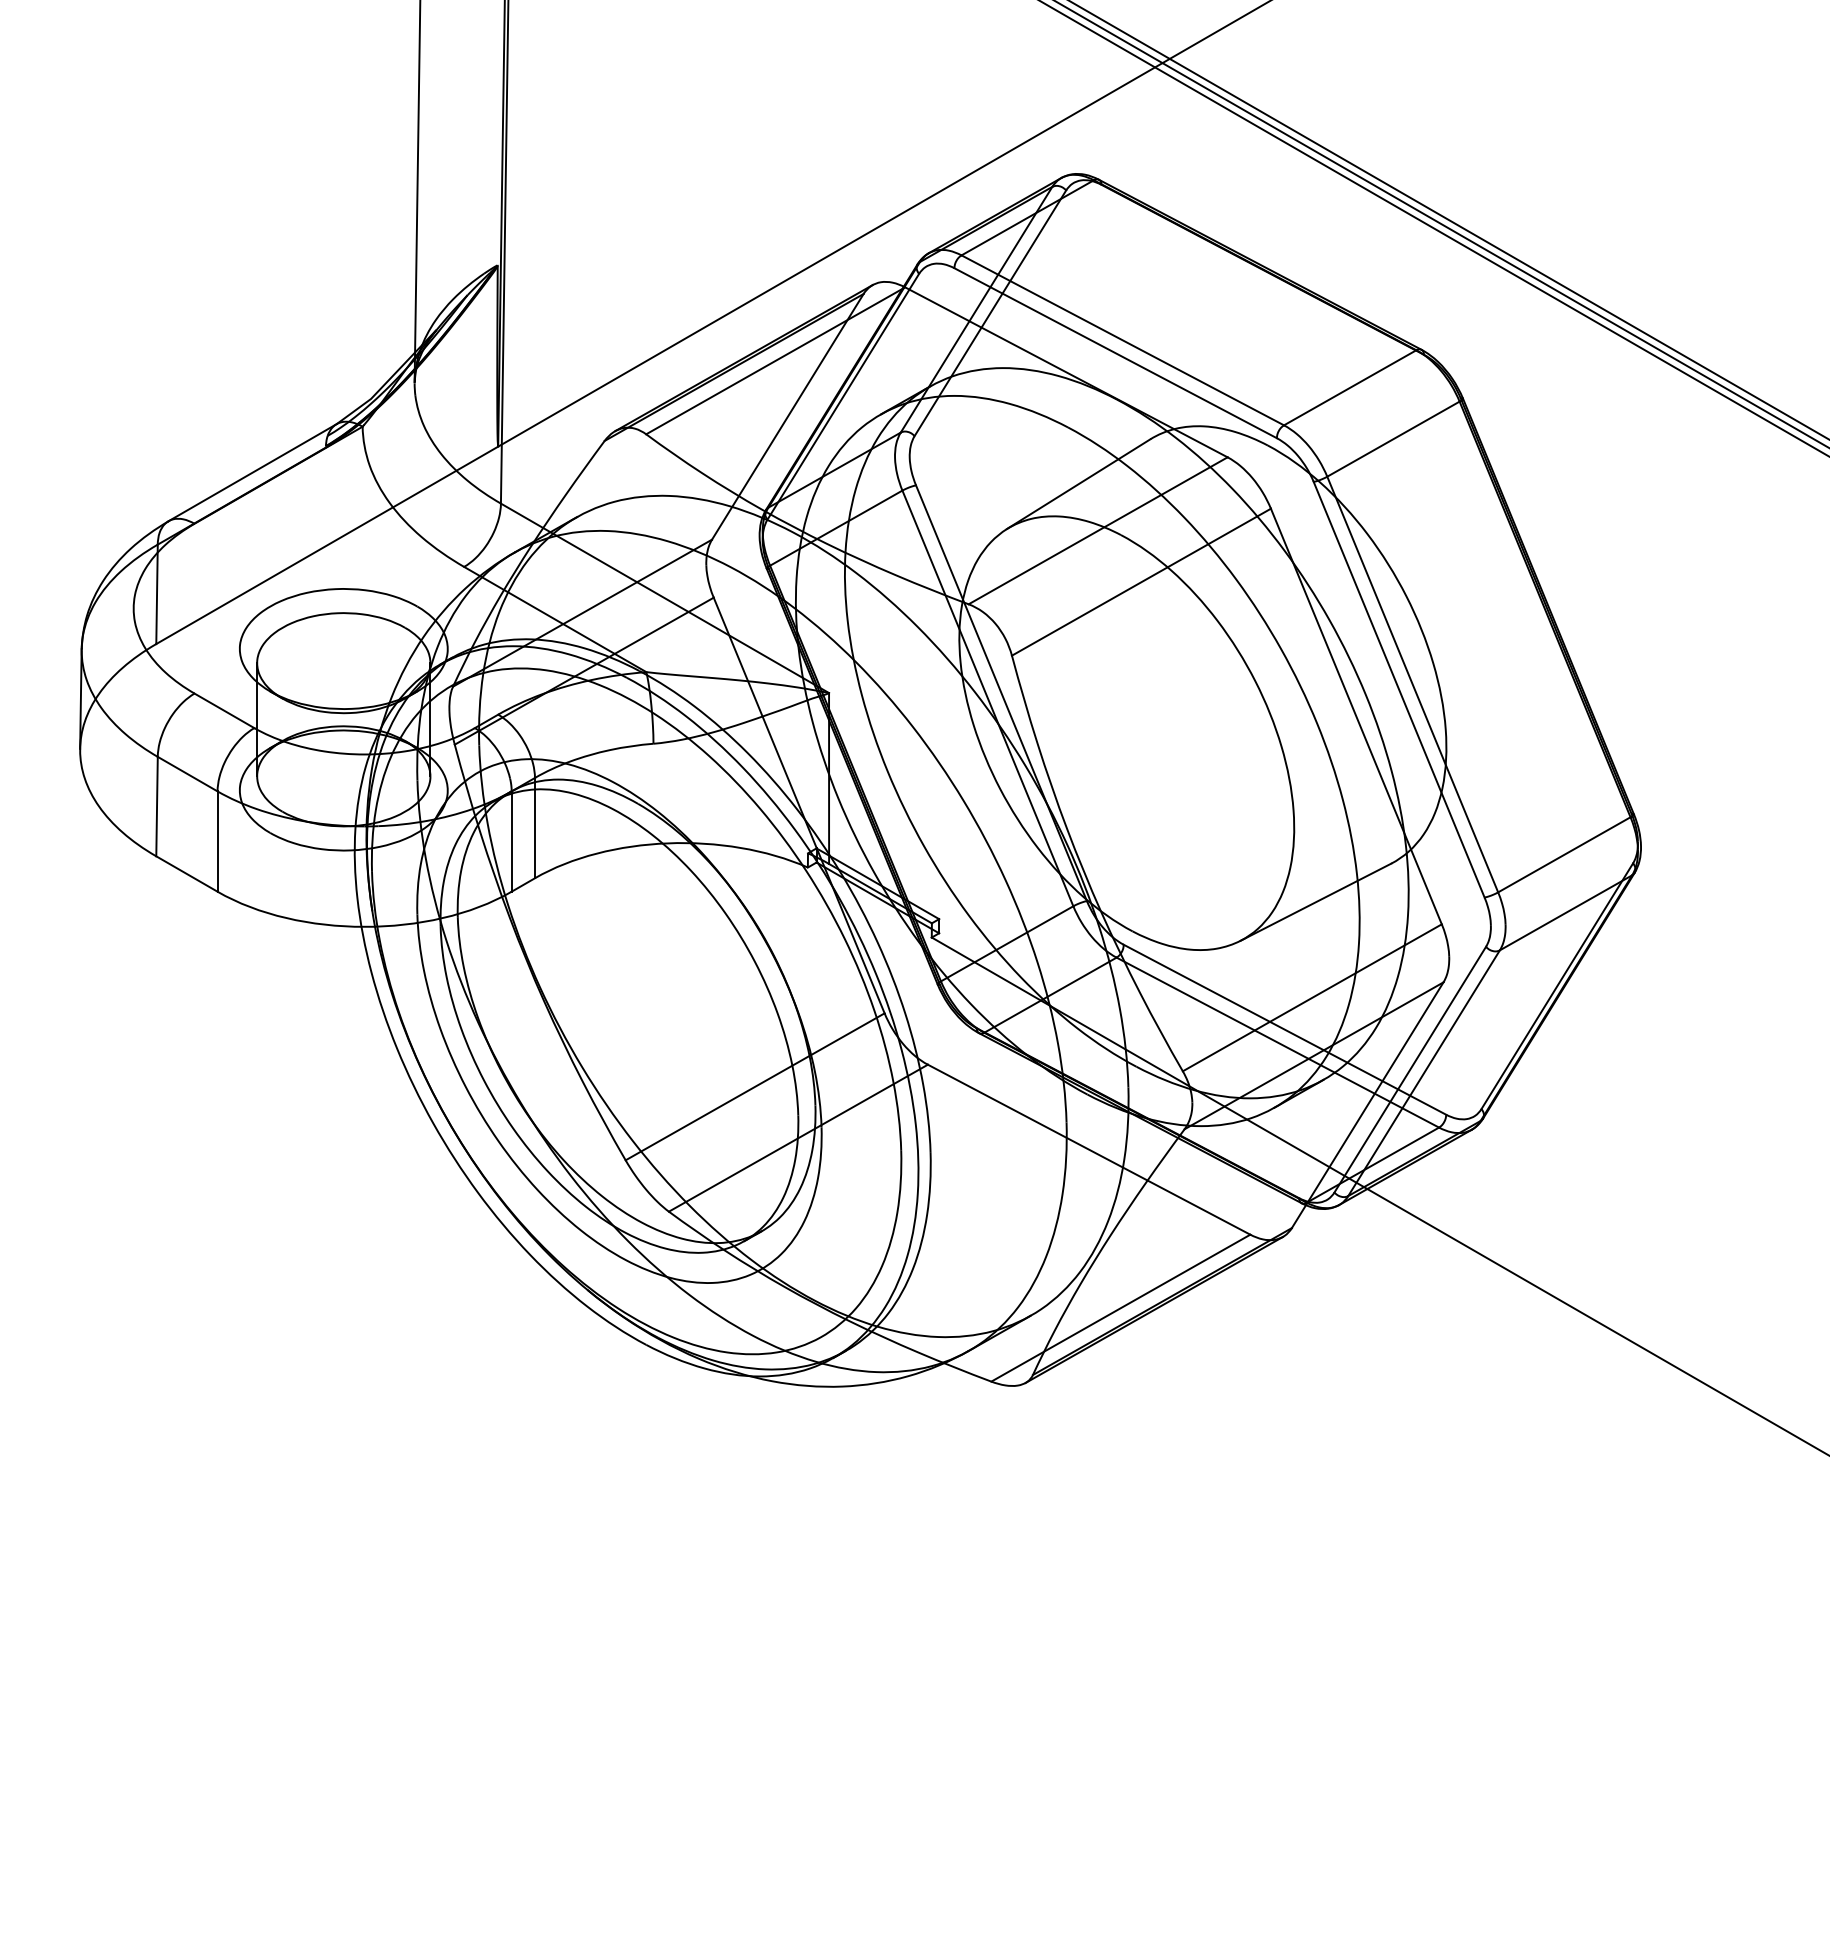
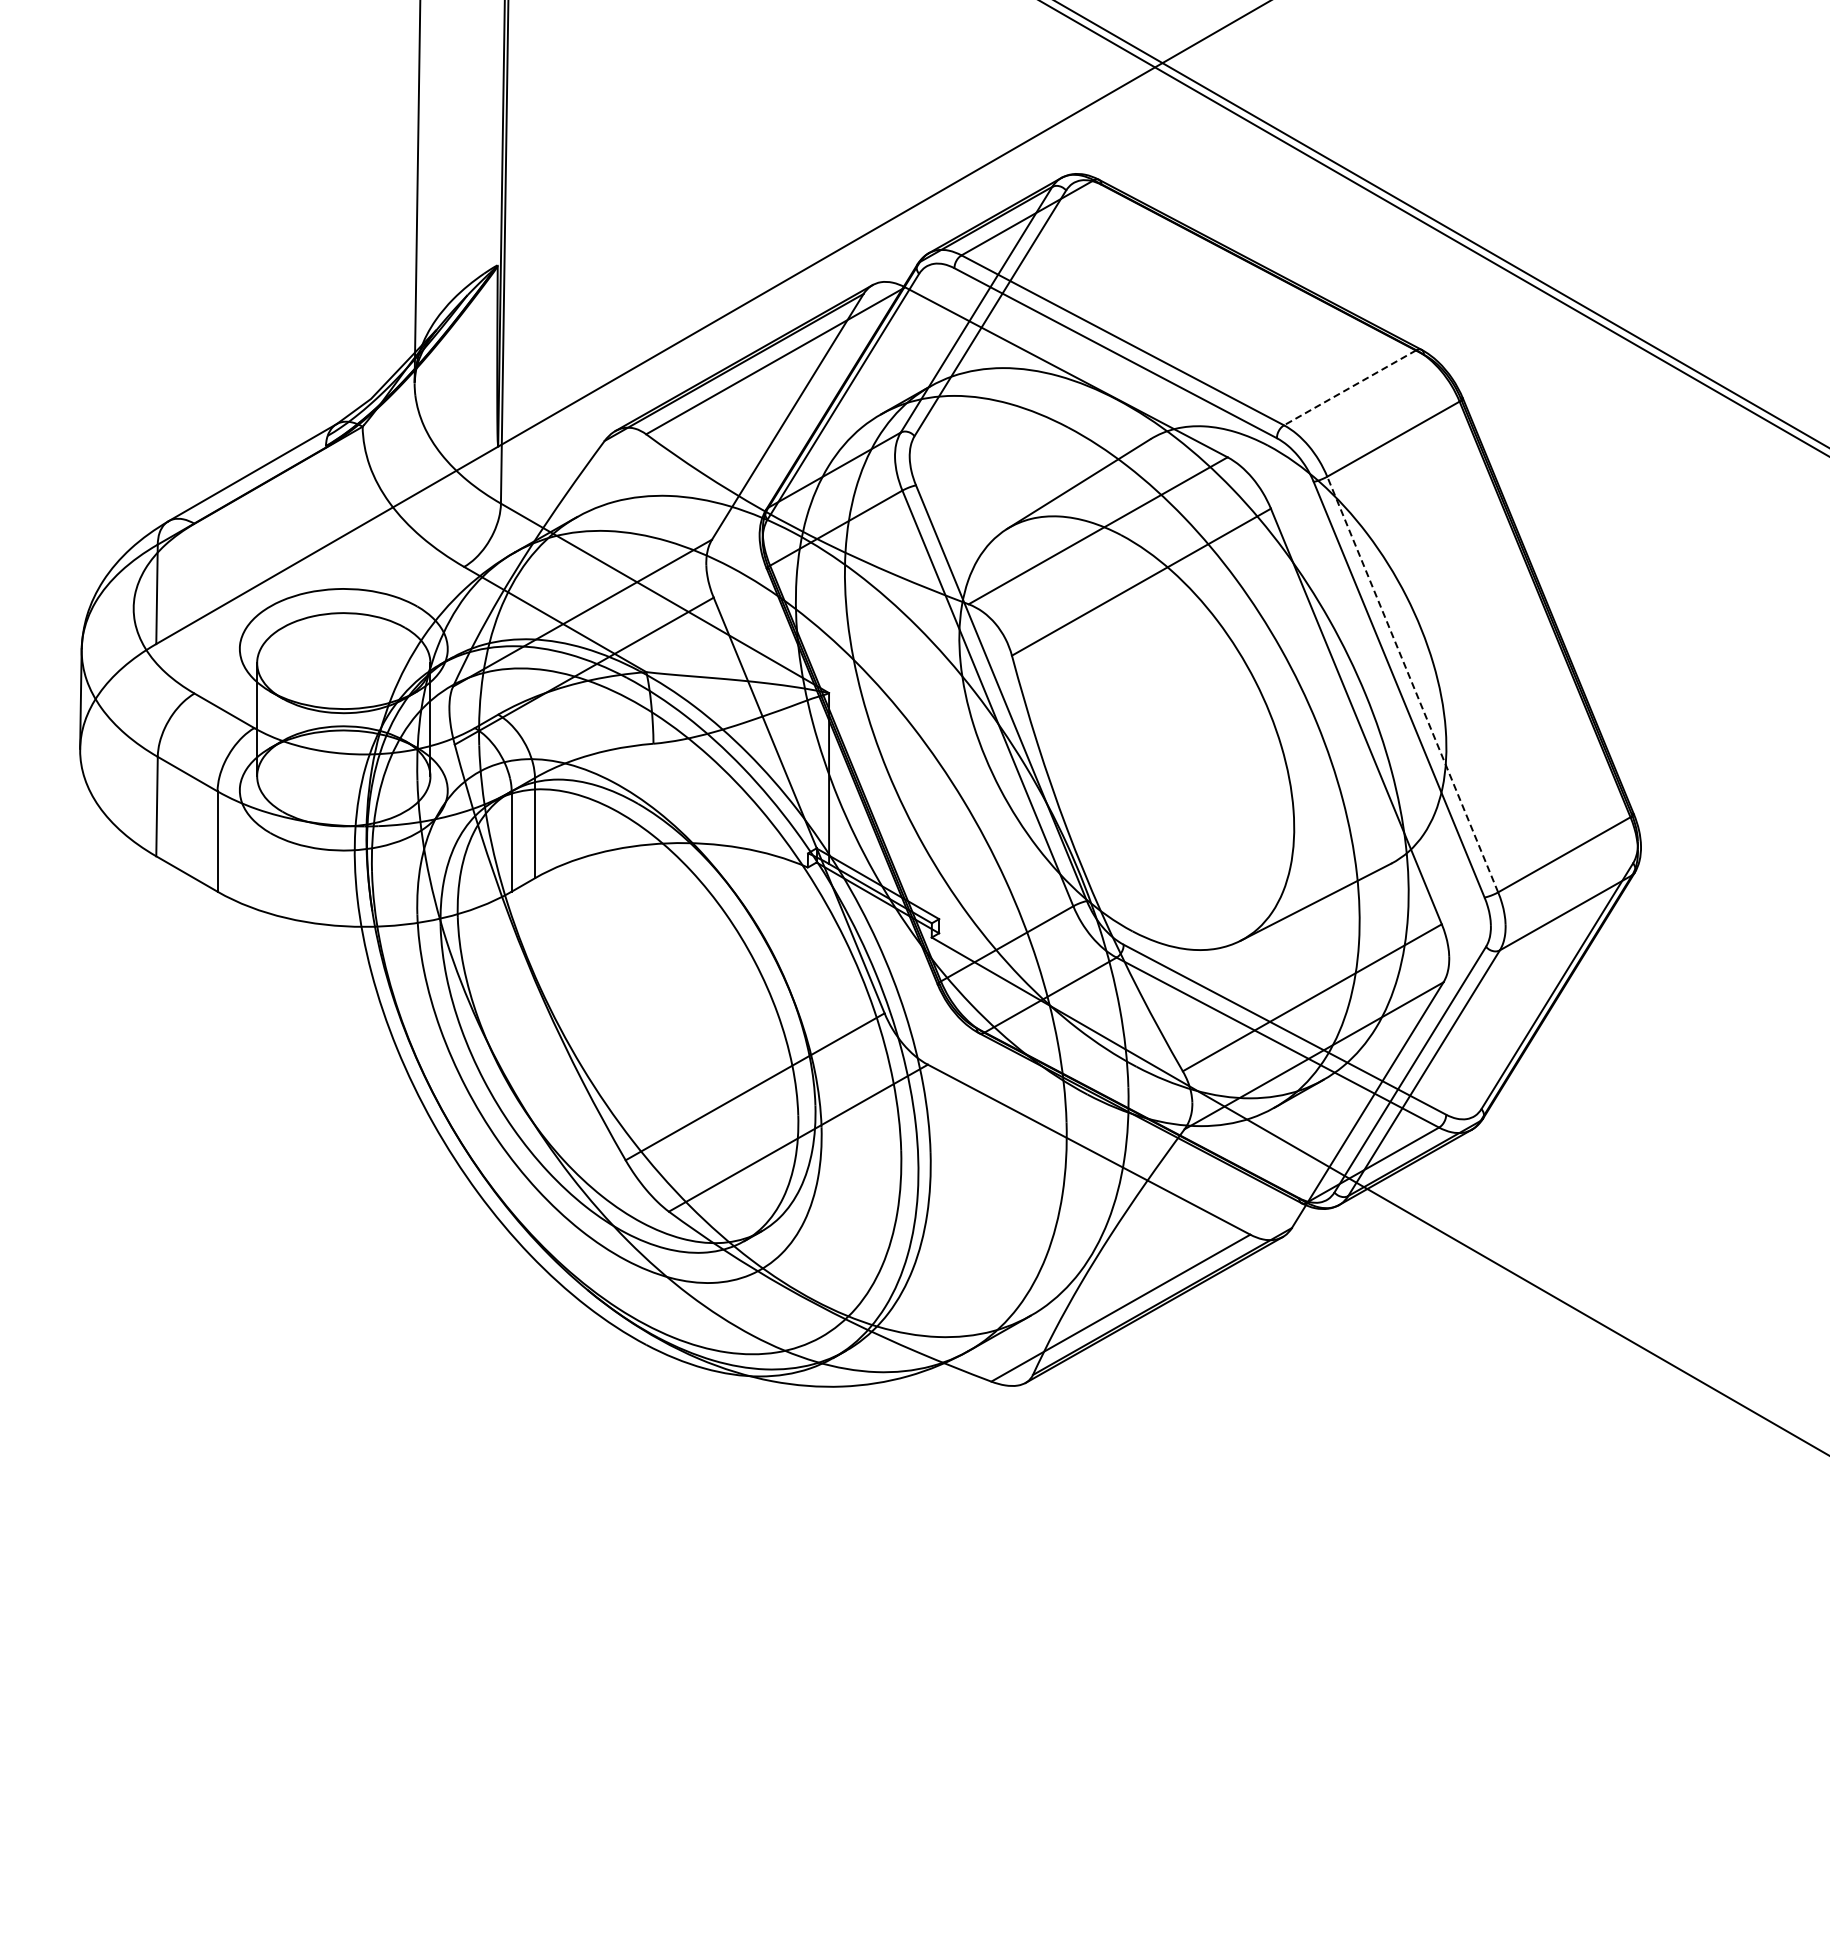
line at (1448, 219): present -> none
line at (1349, 388): solid -> dashed
line at (1412, 684): solid -> dashed
